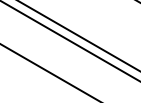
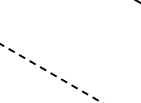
line at (78, 35): present -> none
line at (69, 41): present -> none
line at (51, 73): solid -> dashed
